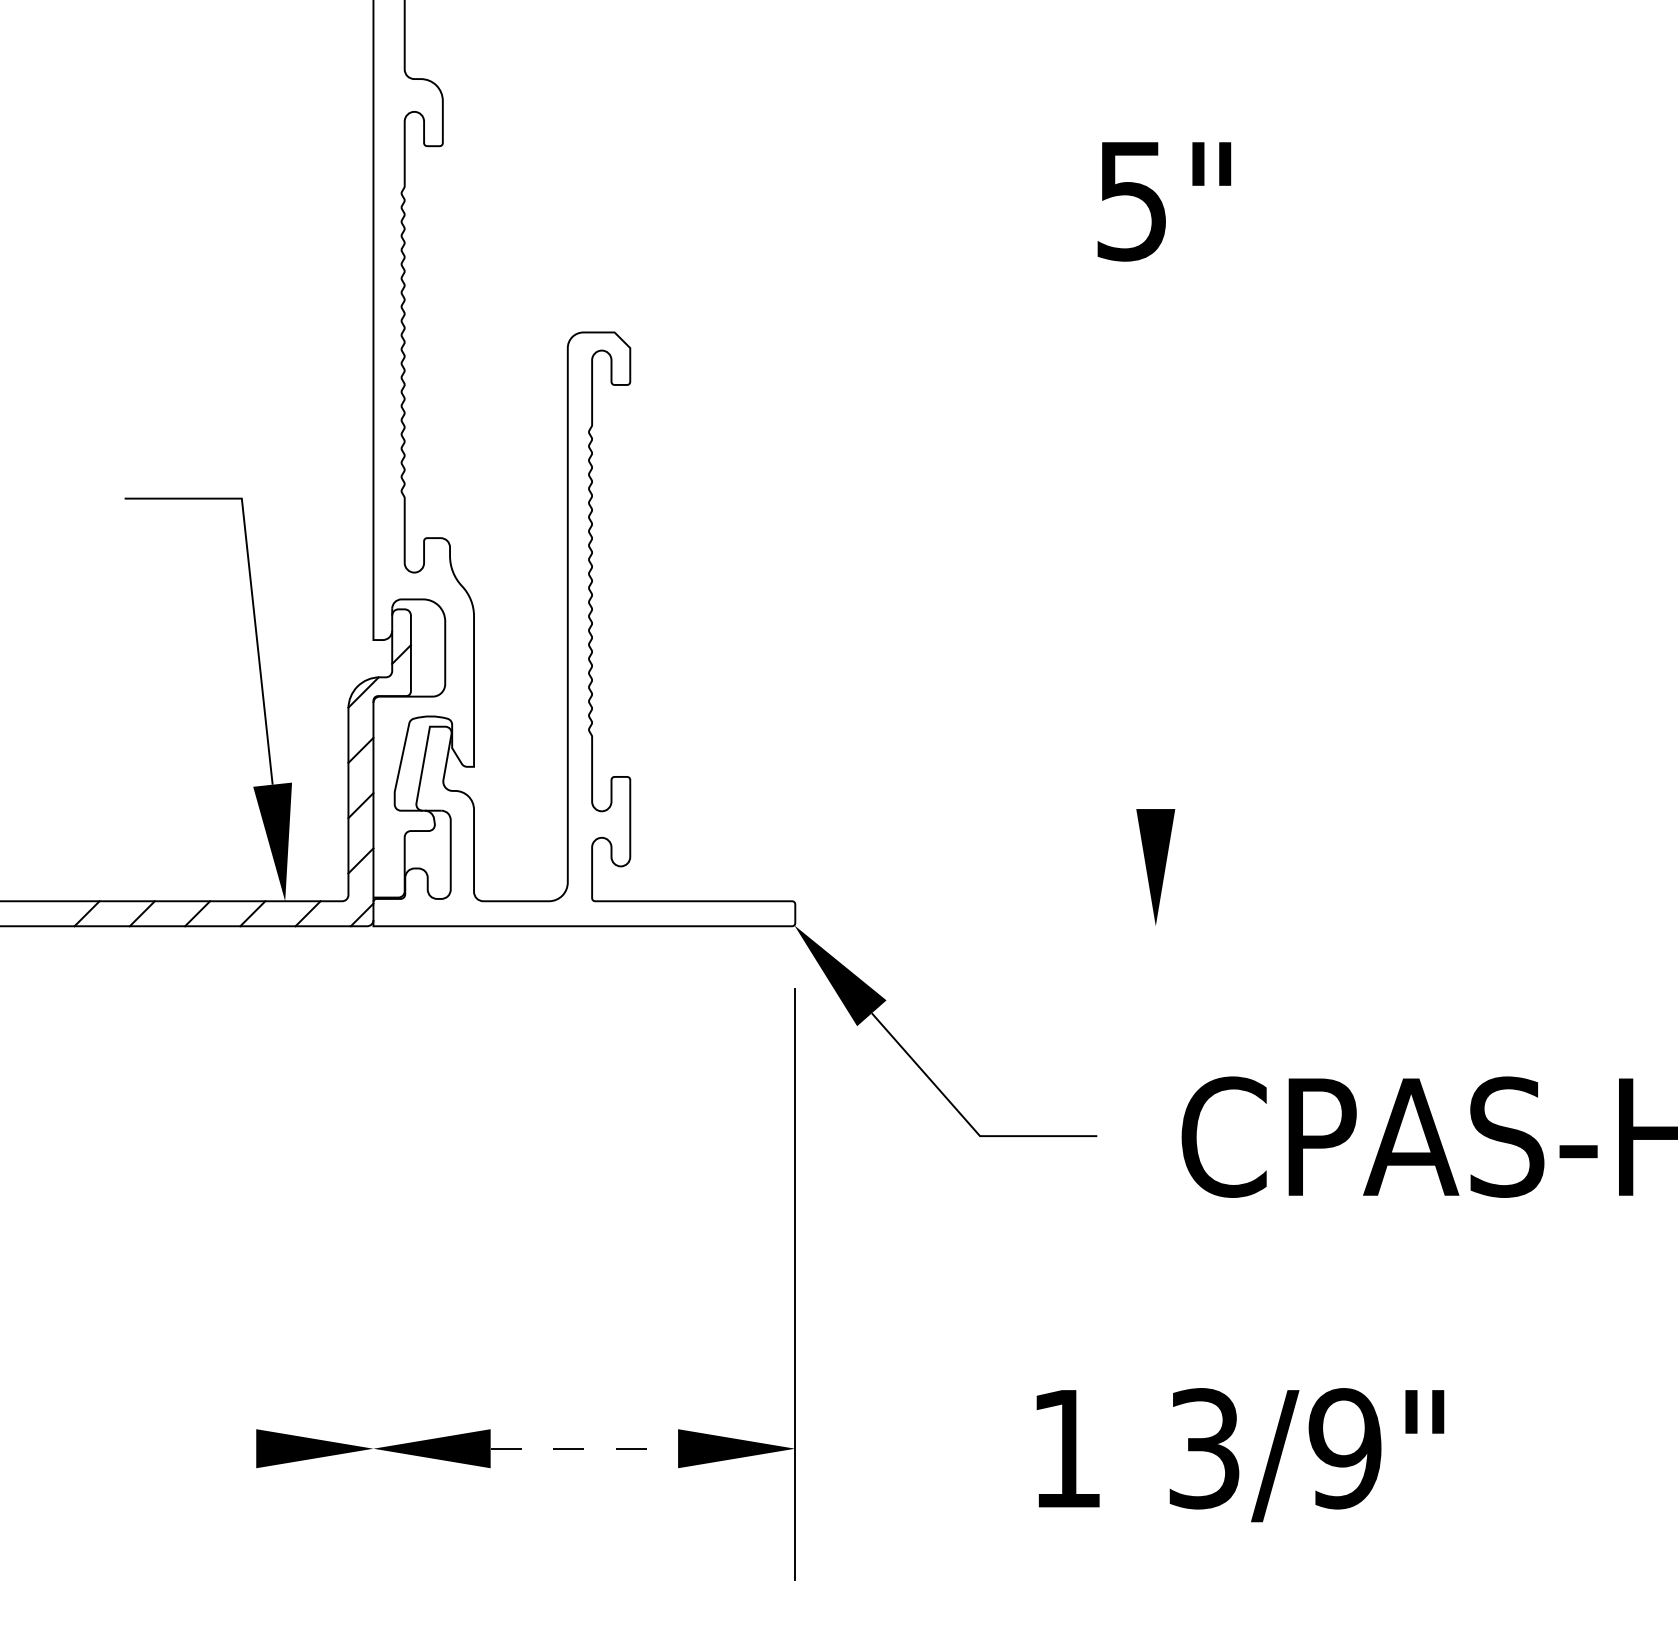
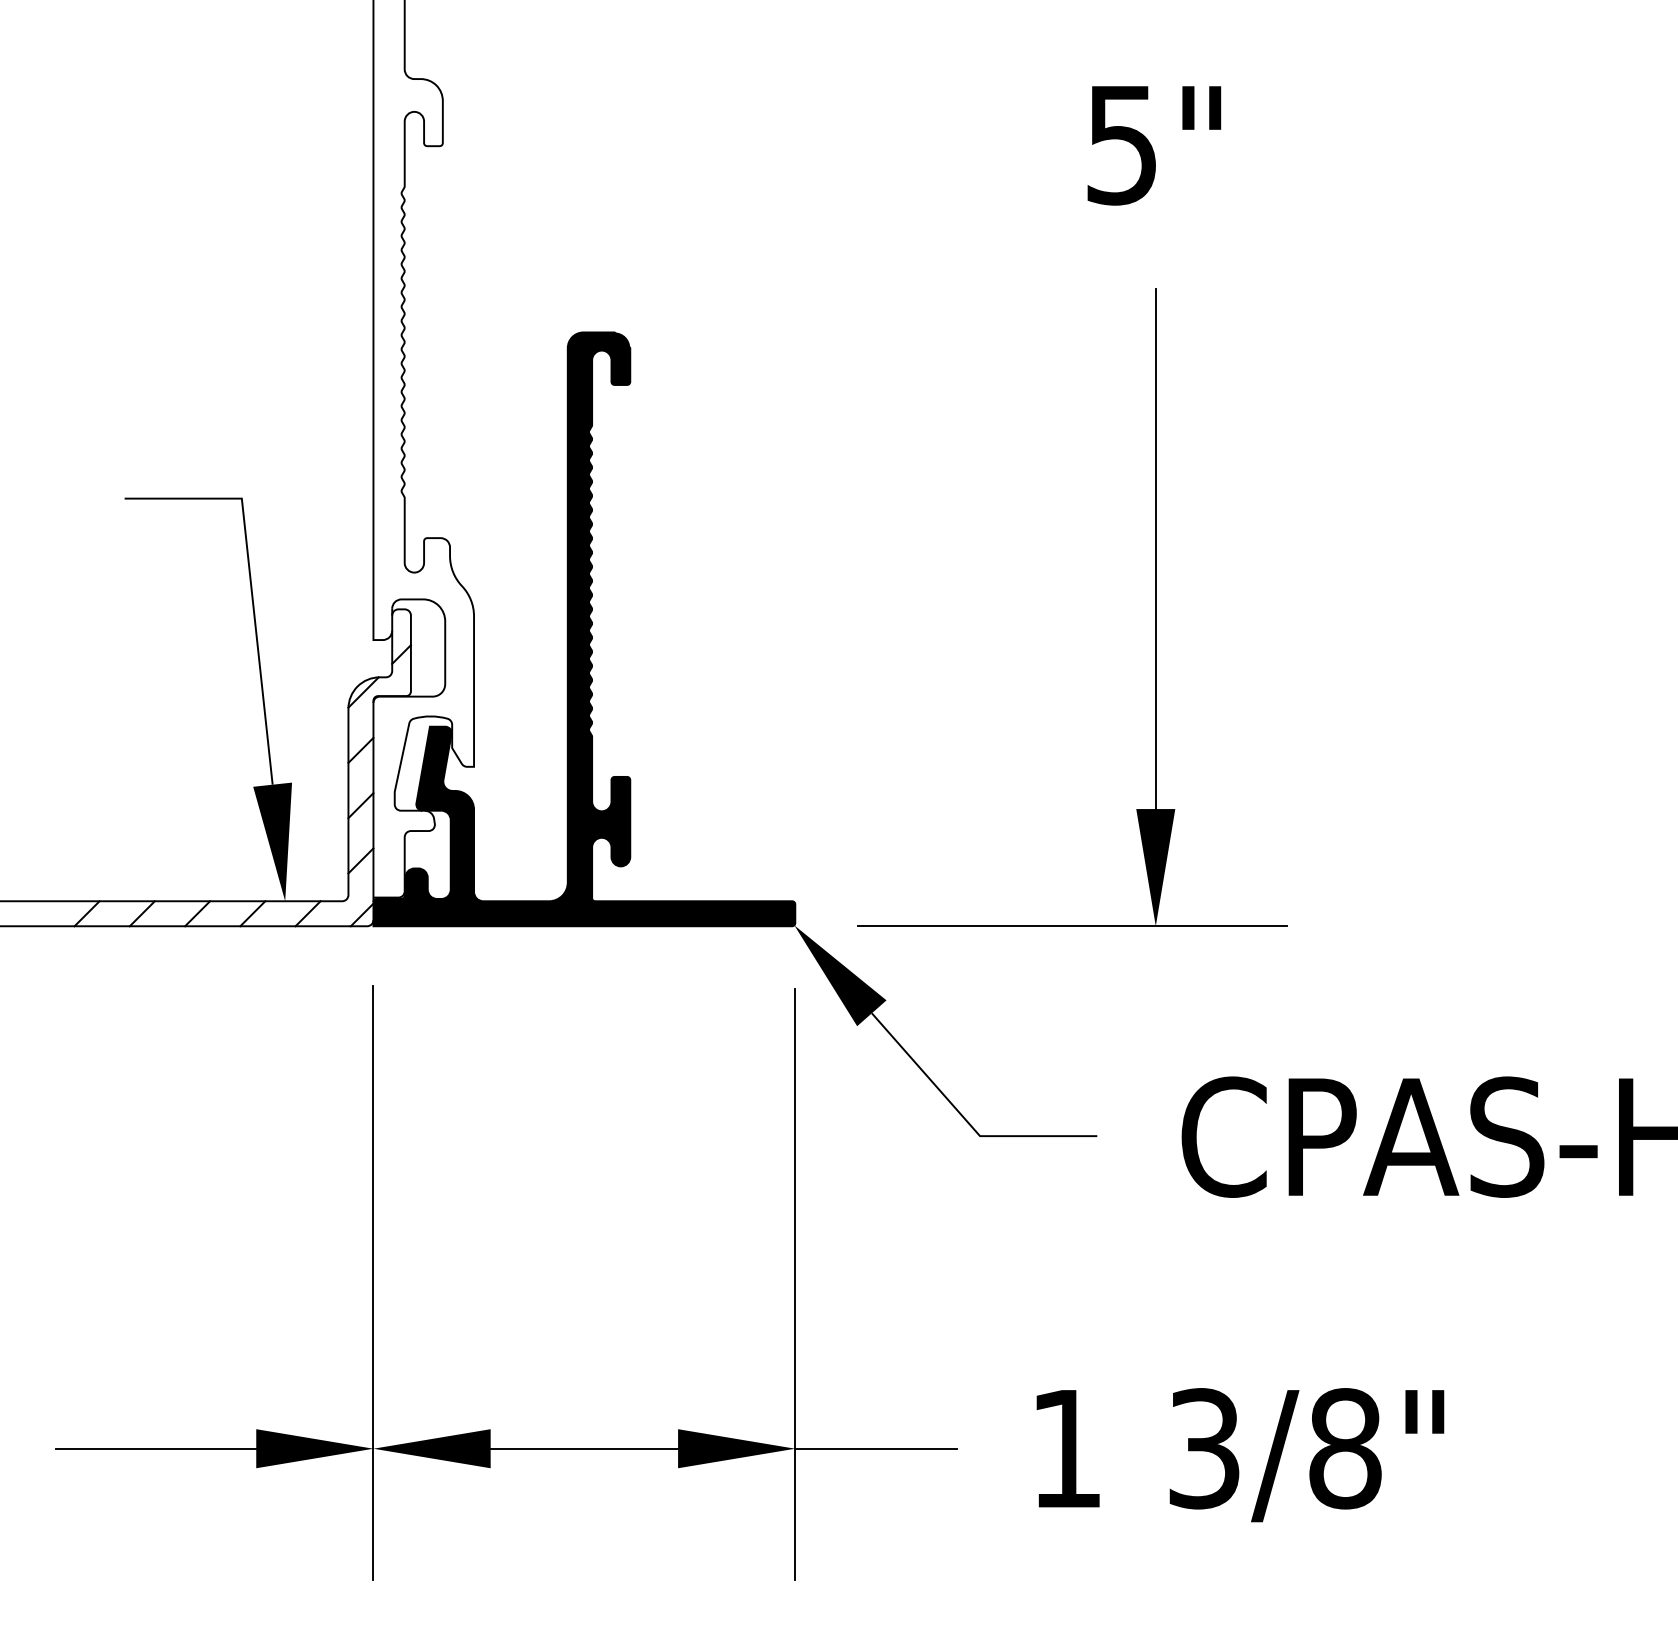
text at (1164, 201) position: (1164, 201) -> (1154, 145)
line at (1155, 548): none -> present
fill at (584, 629): none -> present
line at (1072, 926): none -> present
line at (373, 1282): none -> present
line at (156, 1448): none -> present
line at (584, 1448): dashed -> solid
line at (875, 1448): none -> present
text at (1344, 1448): 3/9" -> 3/8"
